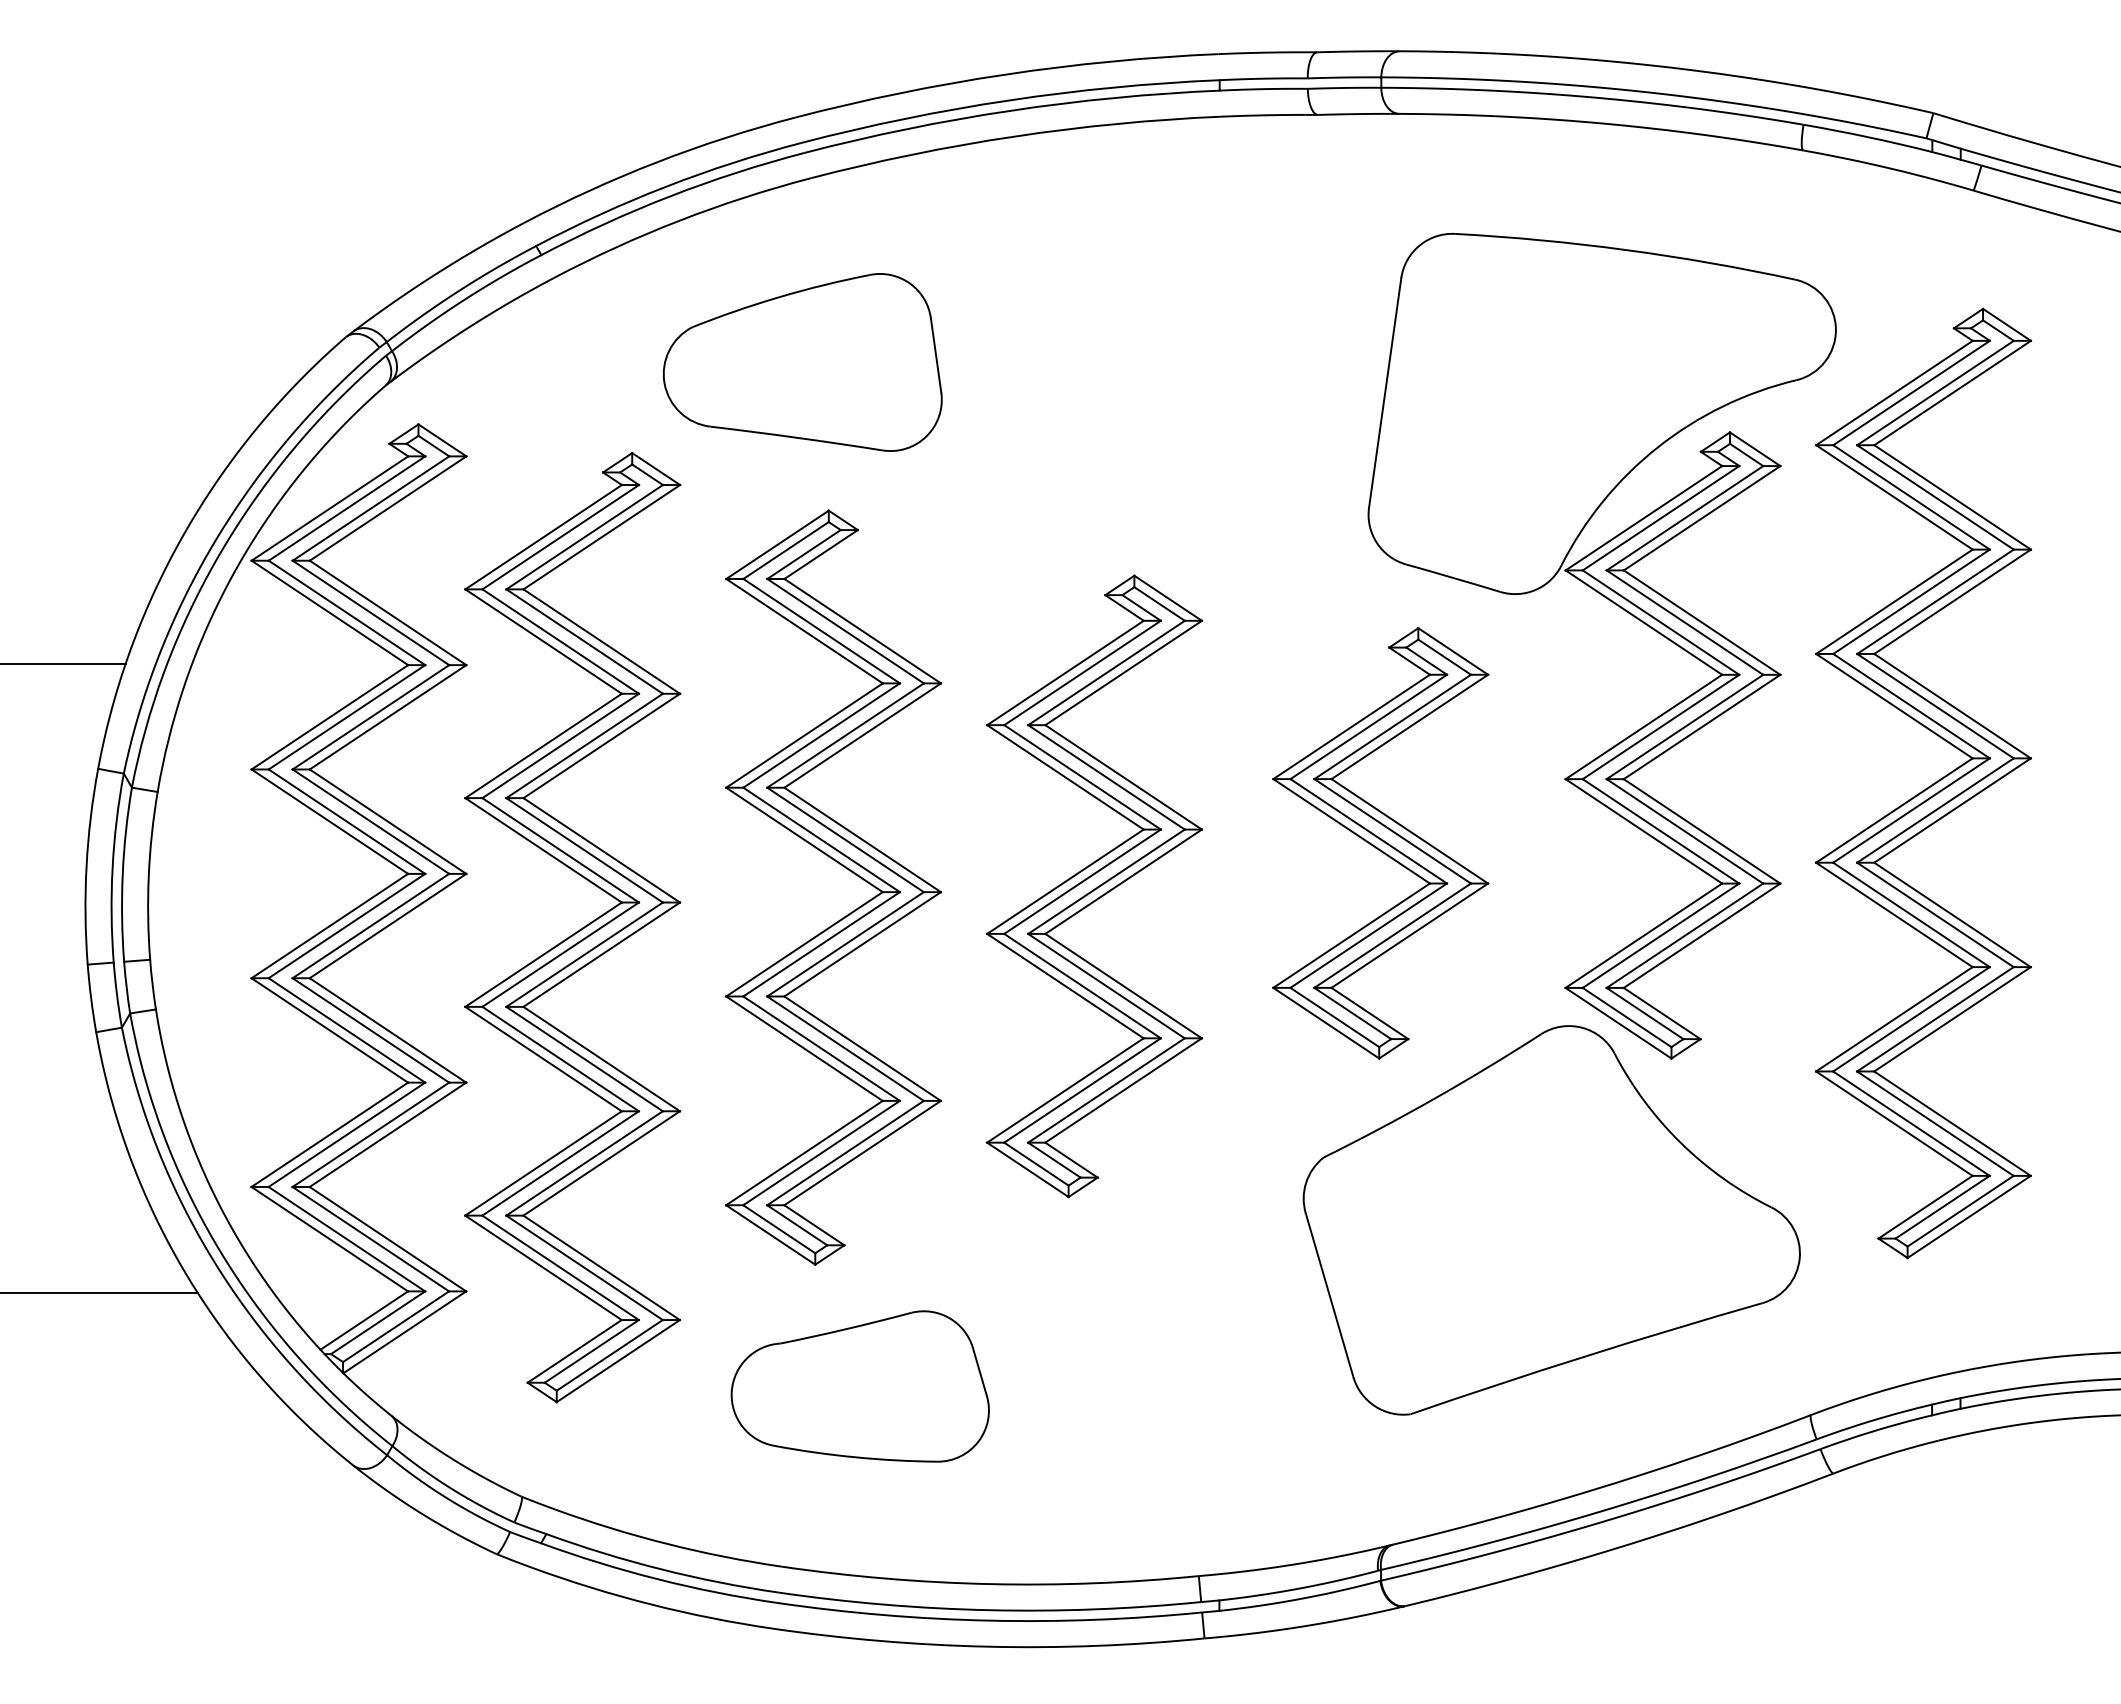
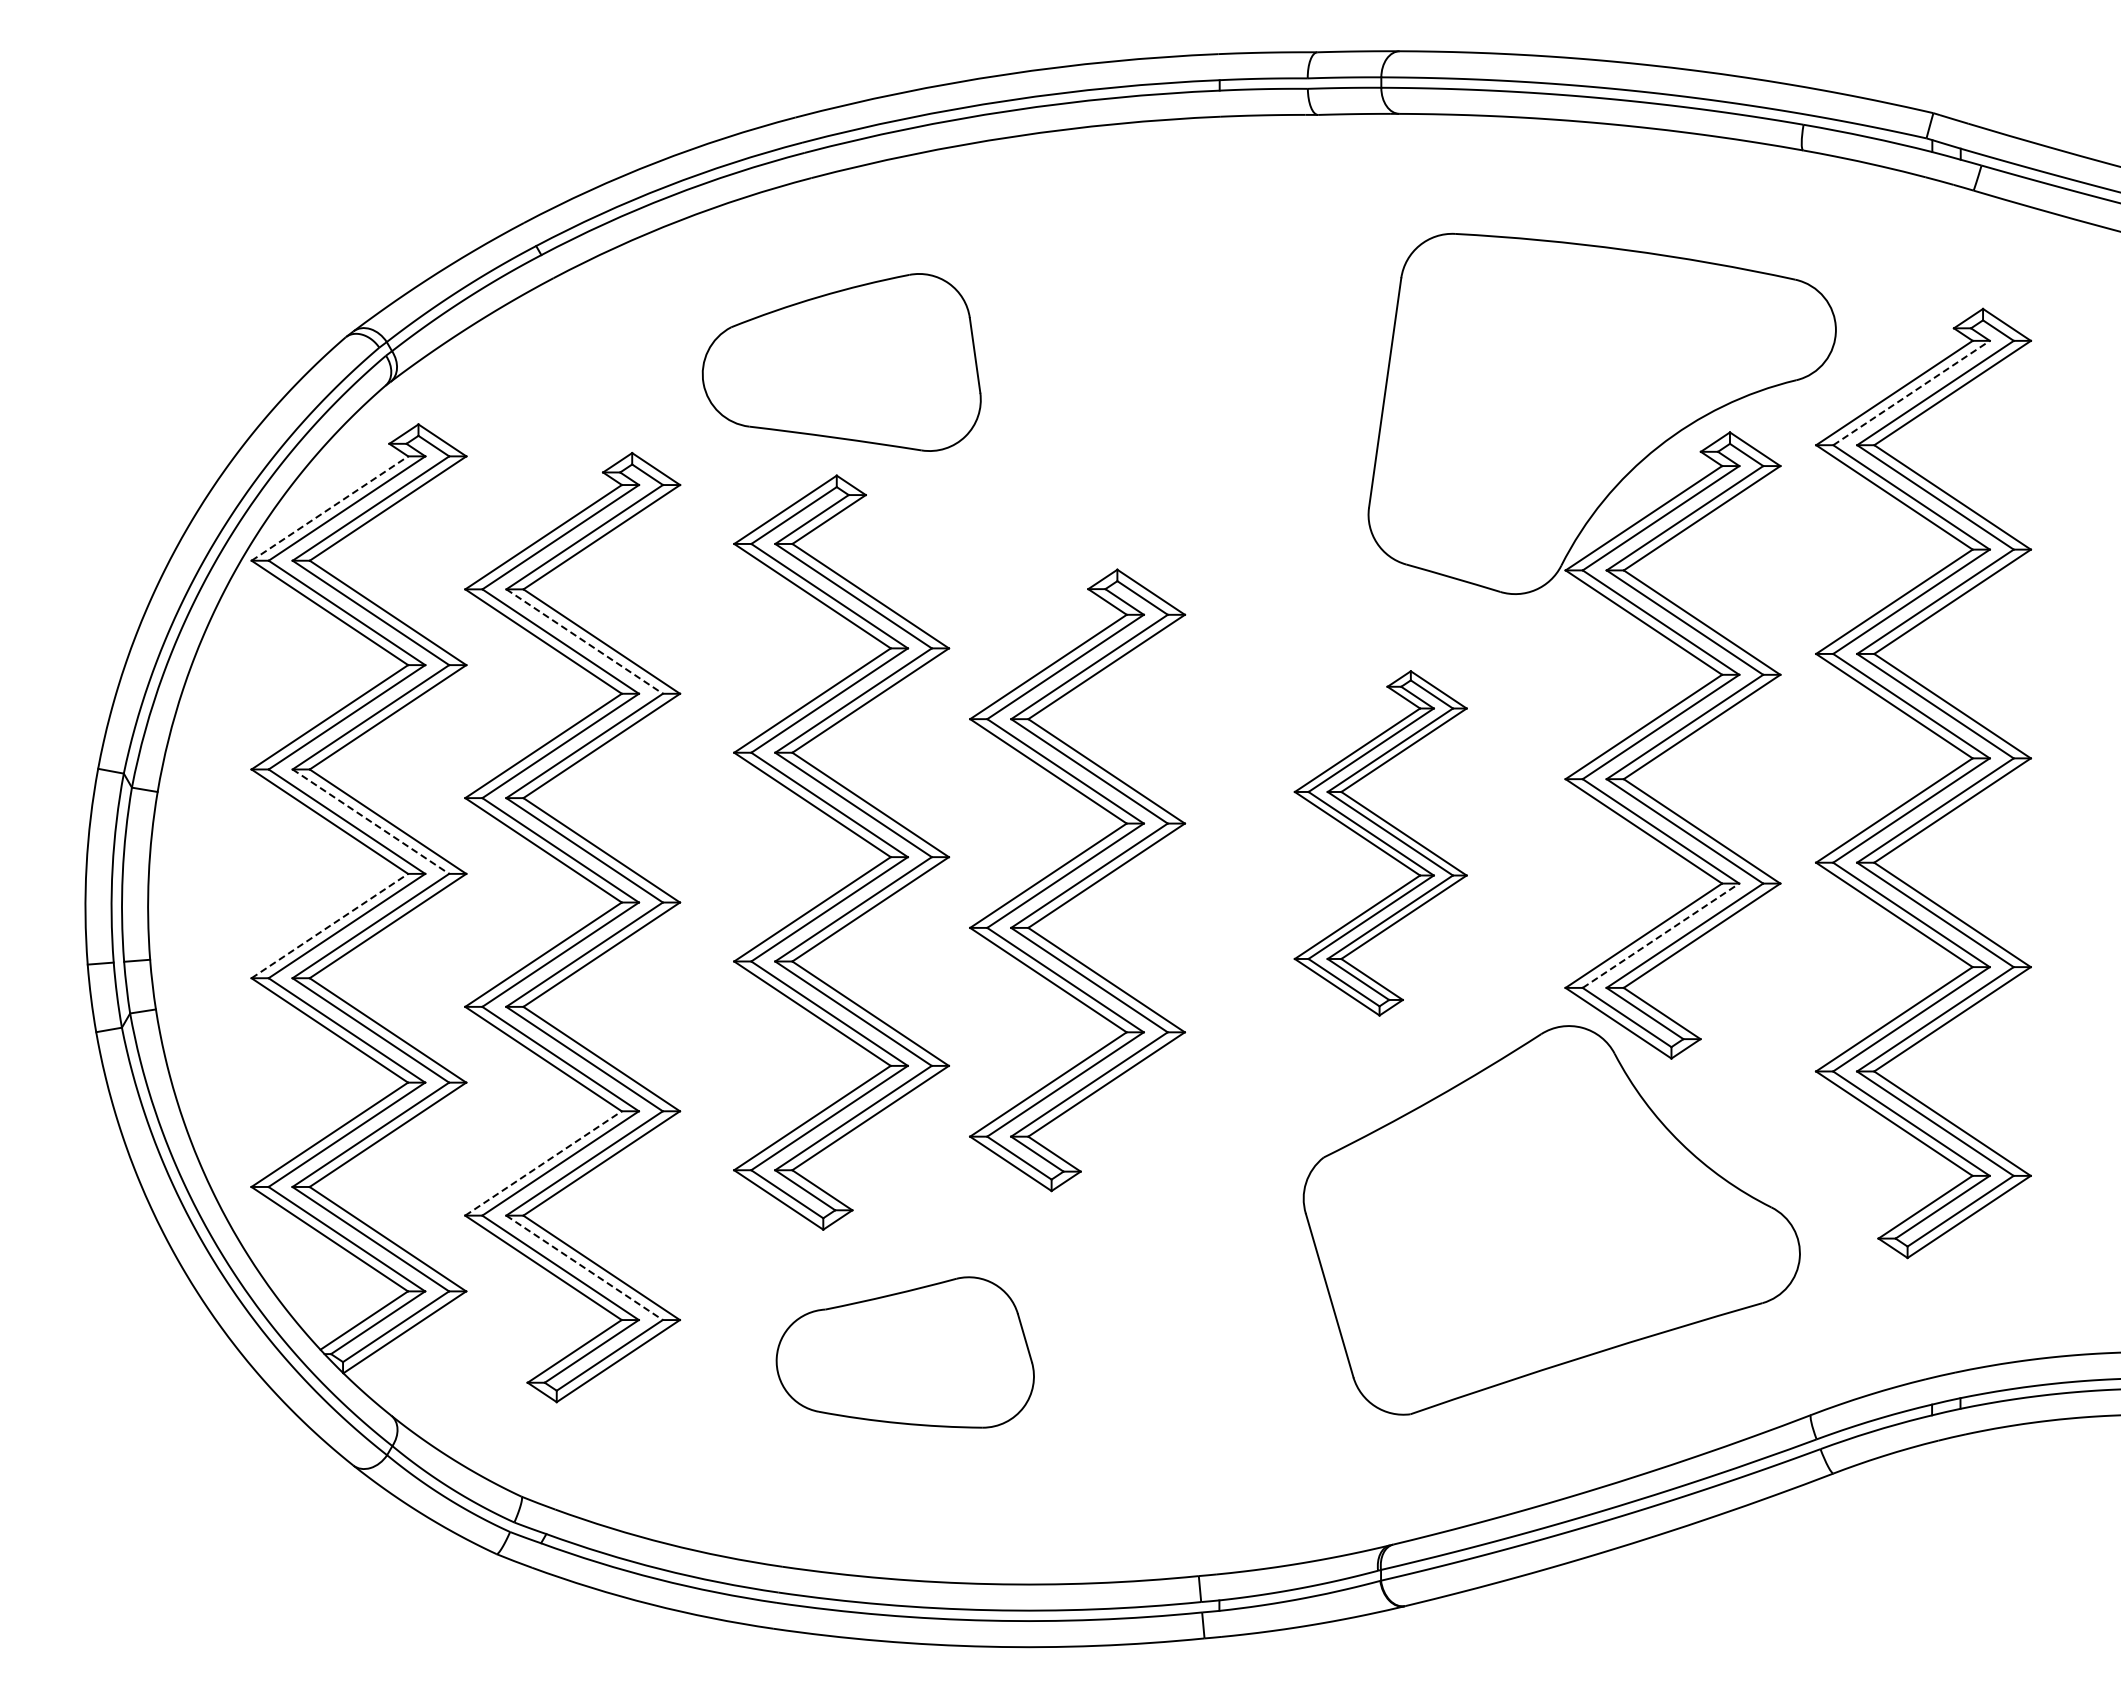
part at (802, 362) position: (802, 362) -> (841, 362)
line at (1912, 392): solid -> dashed
line at (330, 508): solid -> dashed
line at (585, 641): solid -> dashed
line at (63, 663): present -> none
line at (371, 821): solid -> dashed
part at (1380, 843) size: 218x433 px -> 175x347 px
part at (846, 869) position: (846, 869) -> (854, 834)
part at (1094, 886) position: (1094, 886) -> (1077, 880)
line at (330, 925): solid -> dashed
line at (1661, 935): solid -> dashed
line at (543, 1163): solid -> dashed
line at (584, 1268): solid -> dashed
line at (99, 1292): present -> none
part at (859, 1386) position: (859, 1386) -> (904, 1352)
